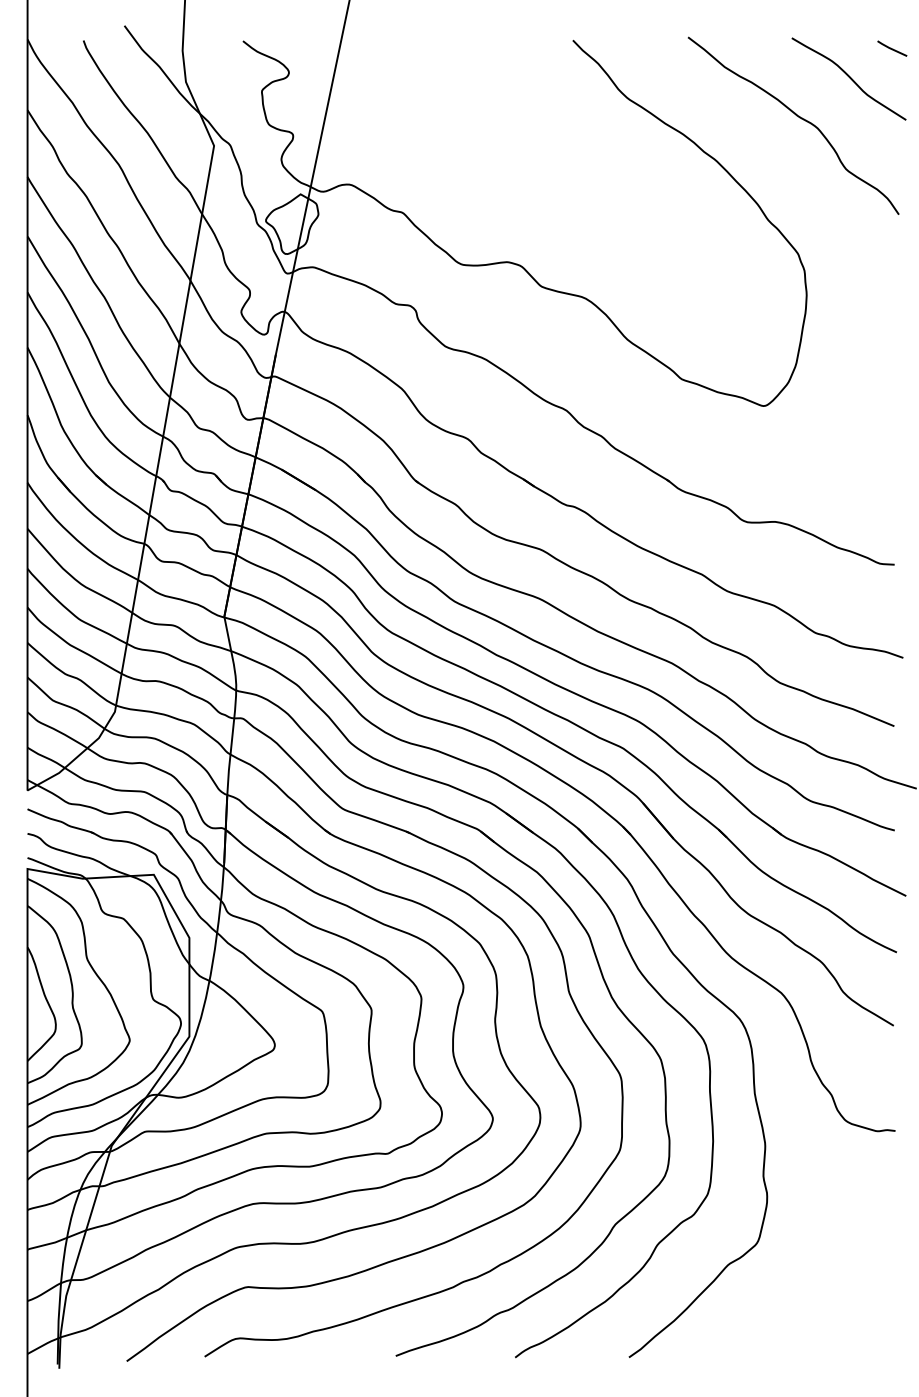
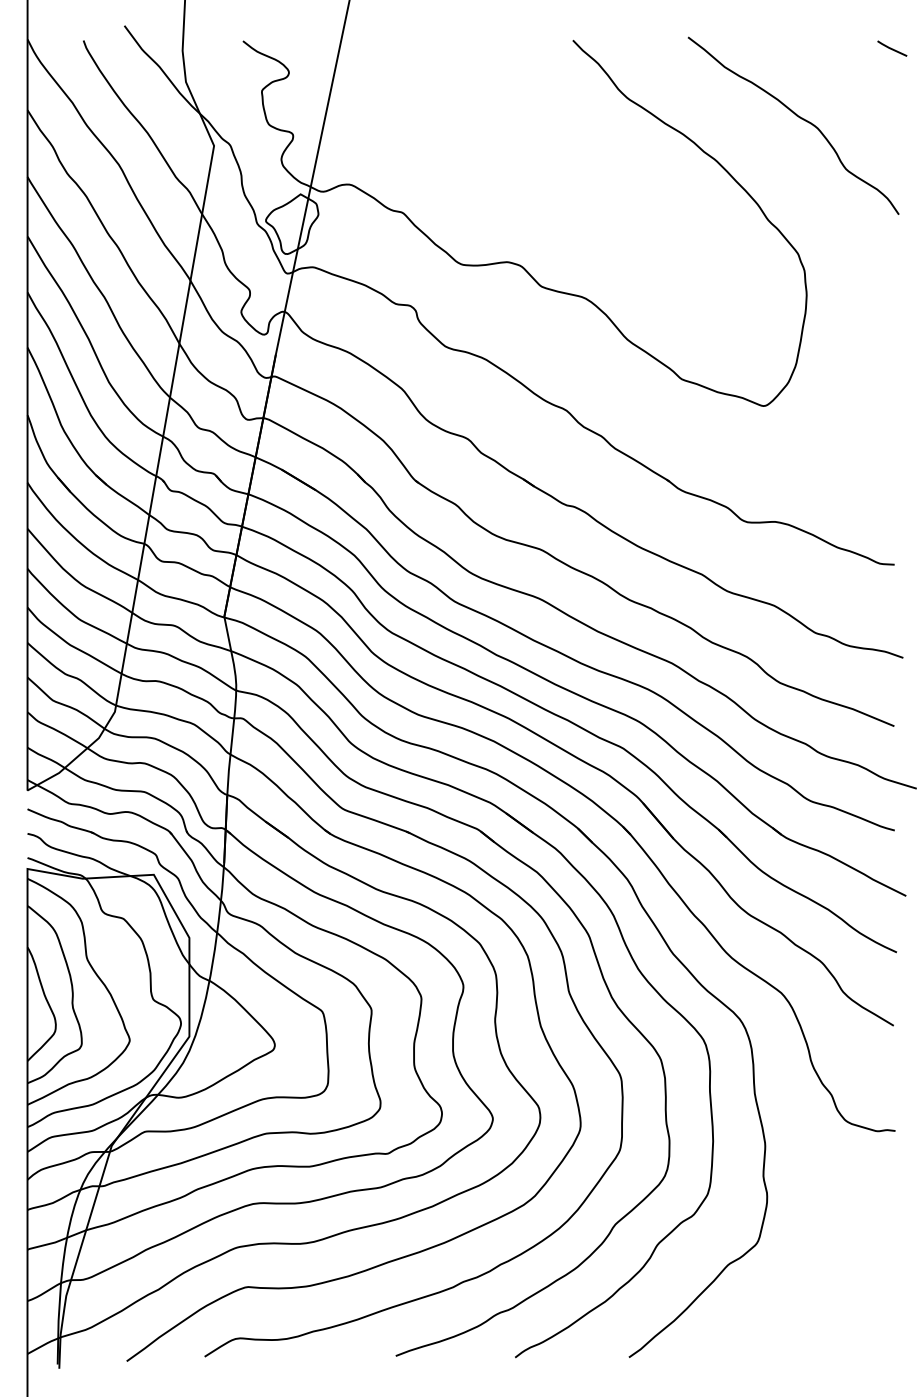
curve at (848, 77): present -> none
